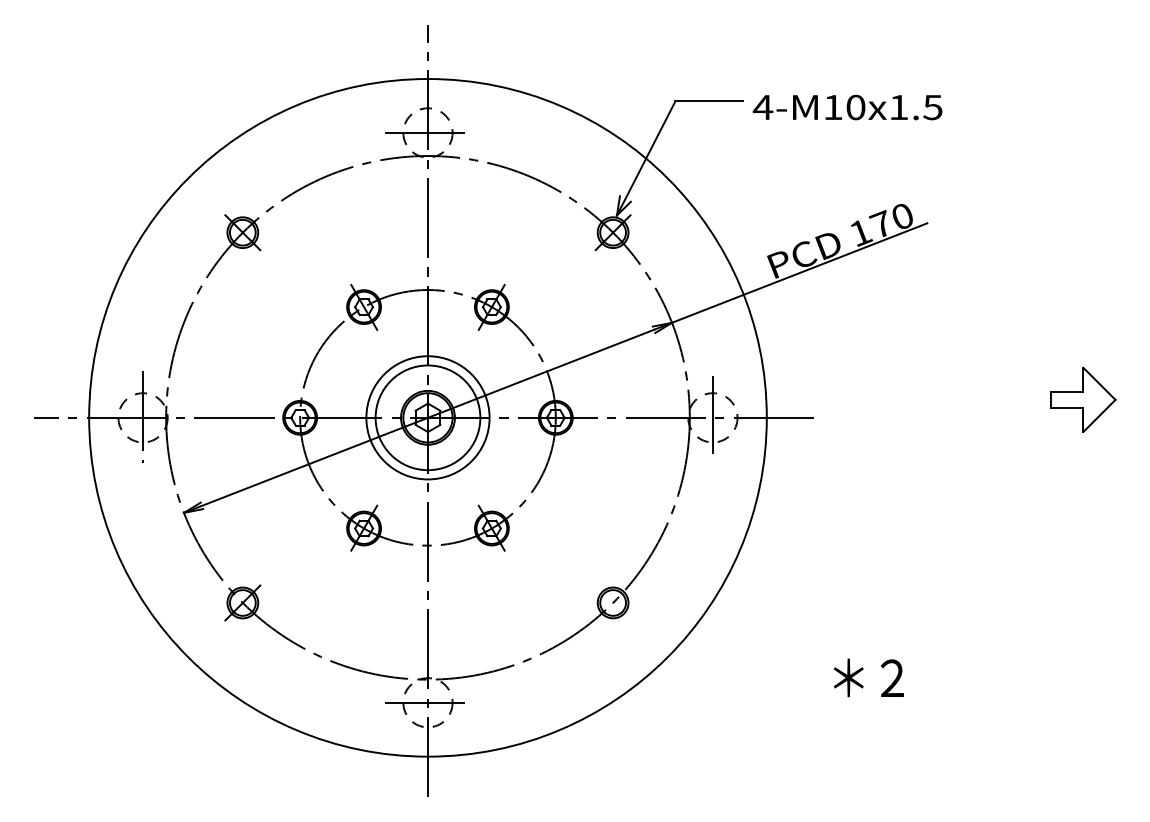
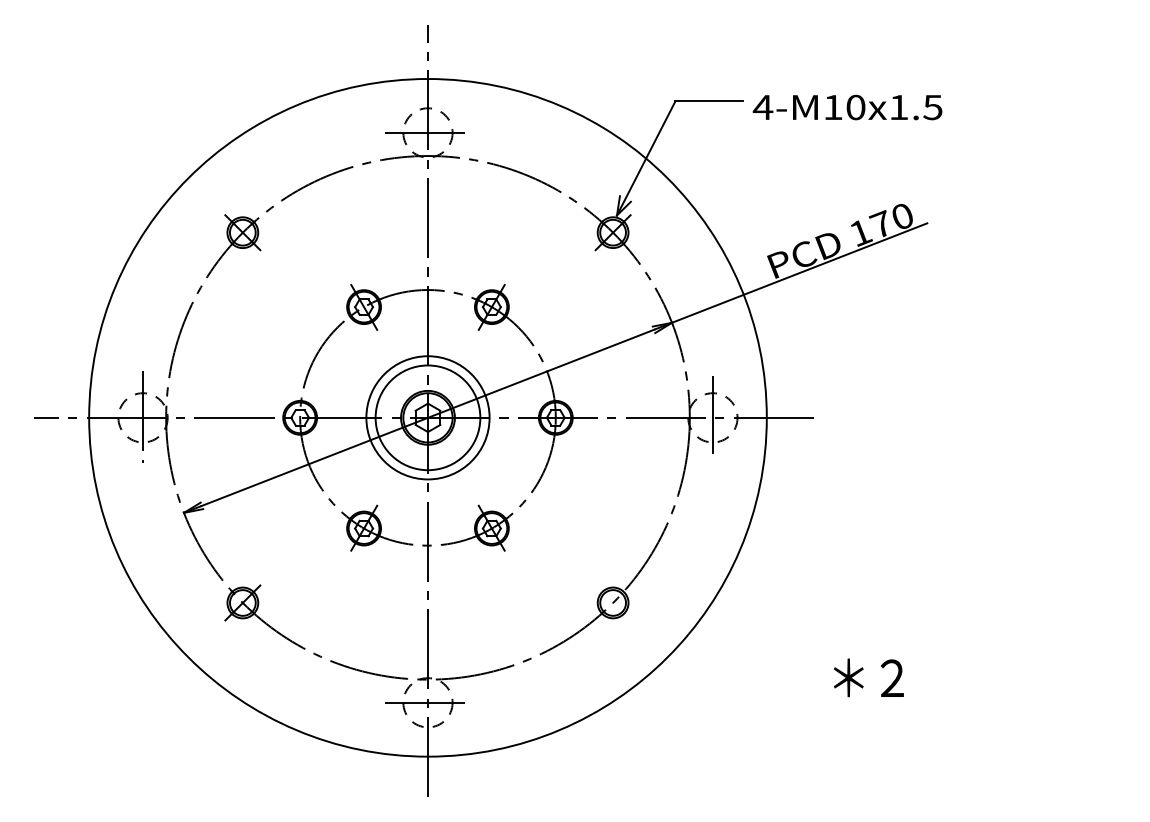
part at (1083, 399): present -> none
